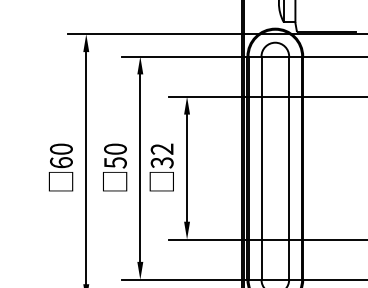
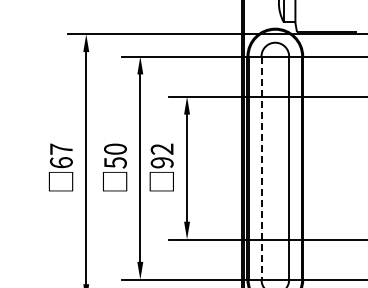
text at (61, 148): 60 -> 67
text at (162, 162): 32 -> 92
line at (261, 168): solid -> dashed
